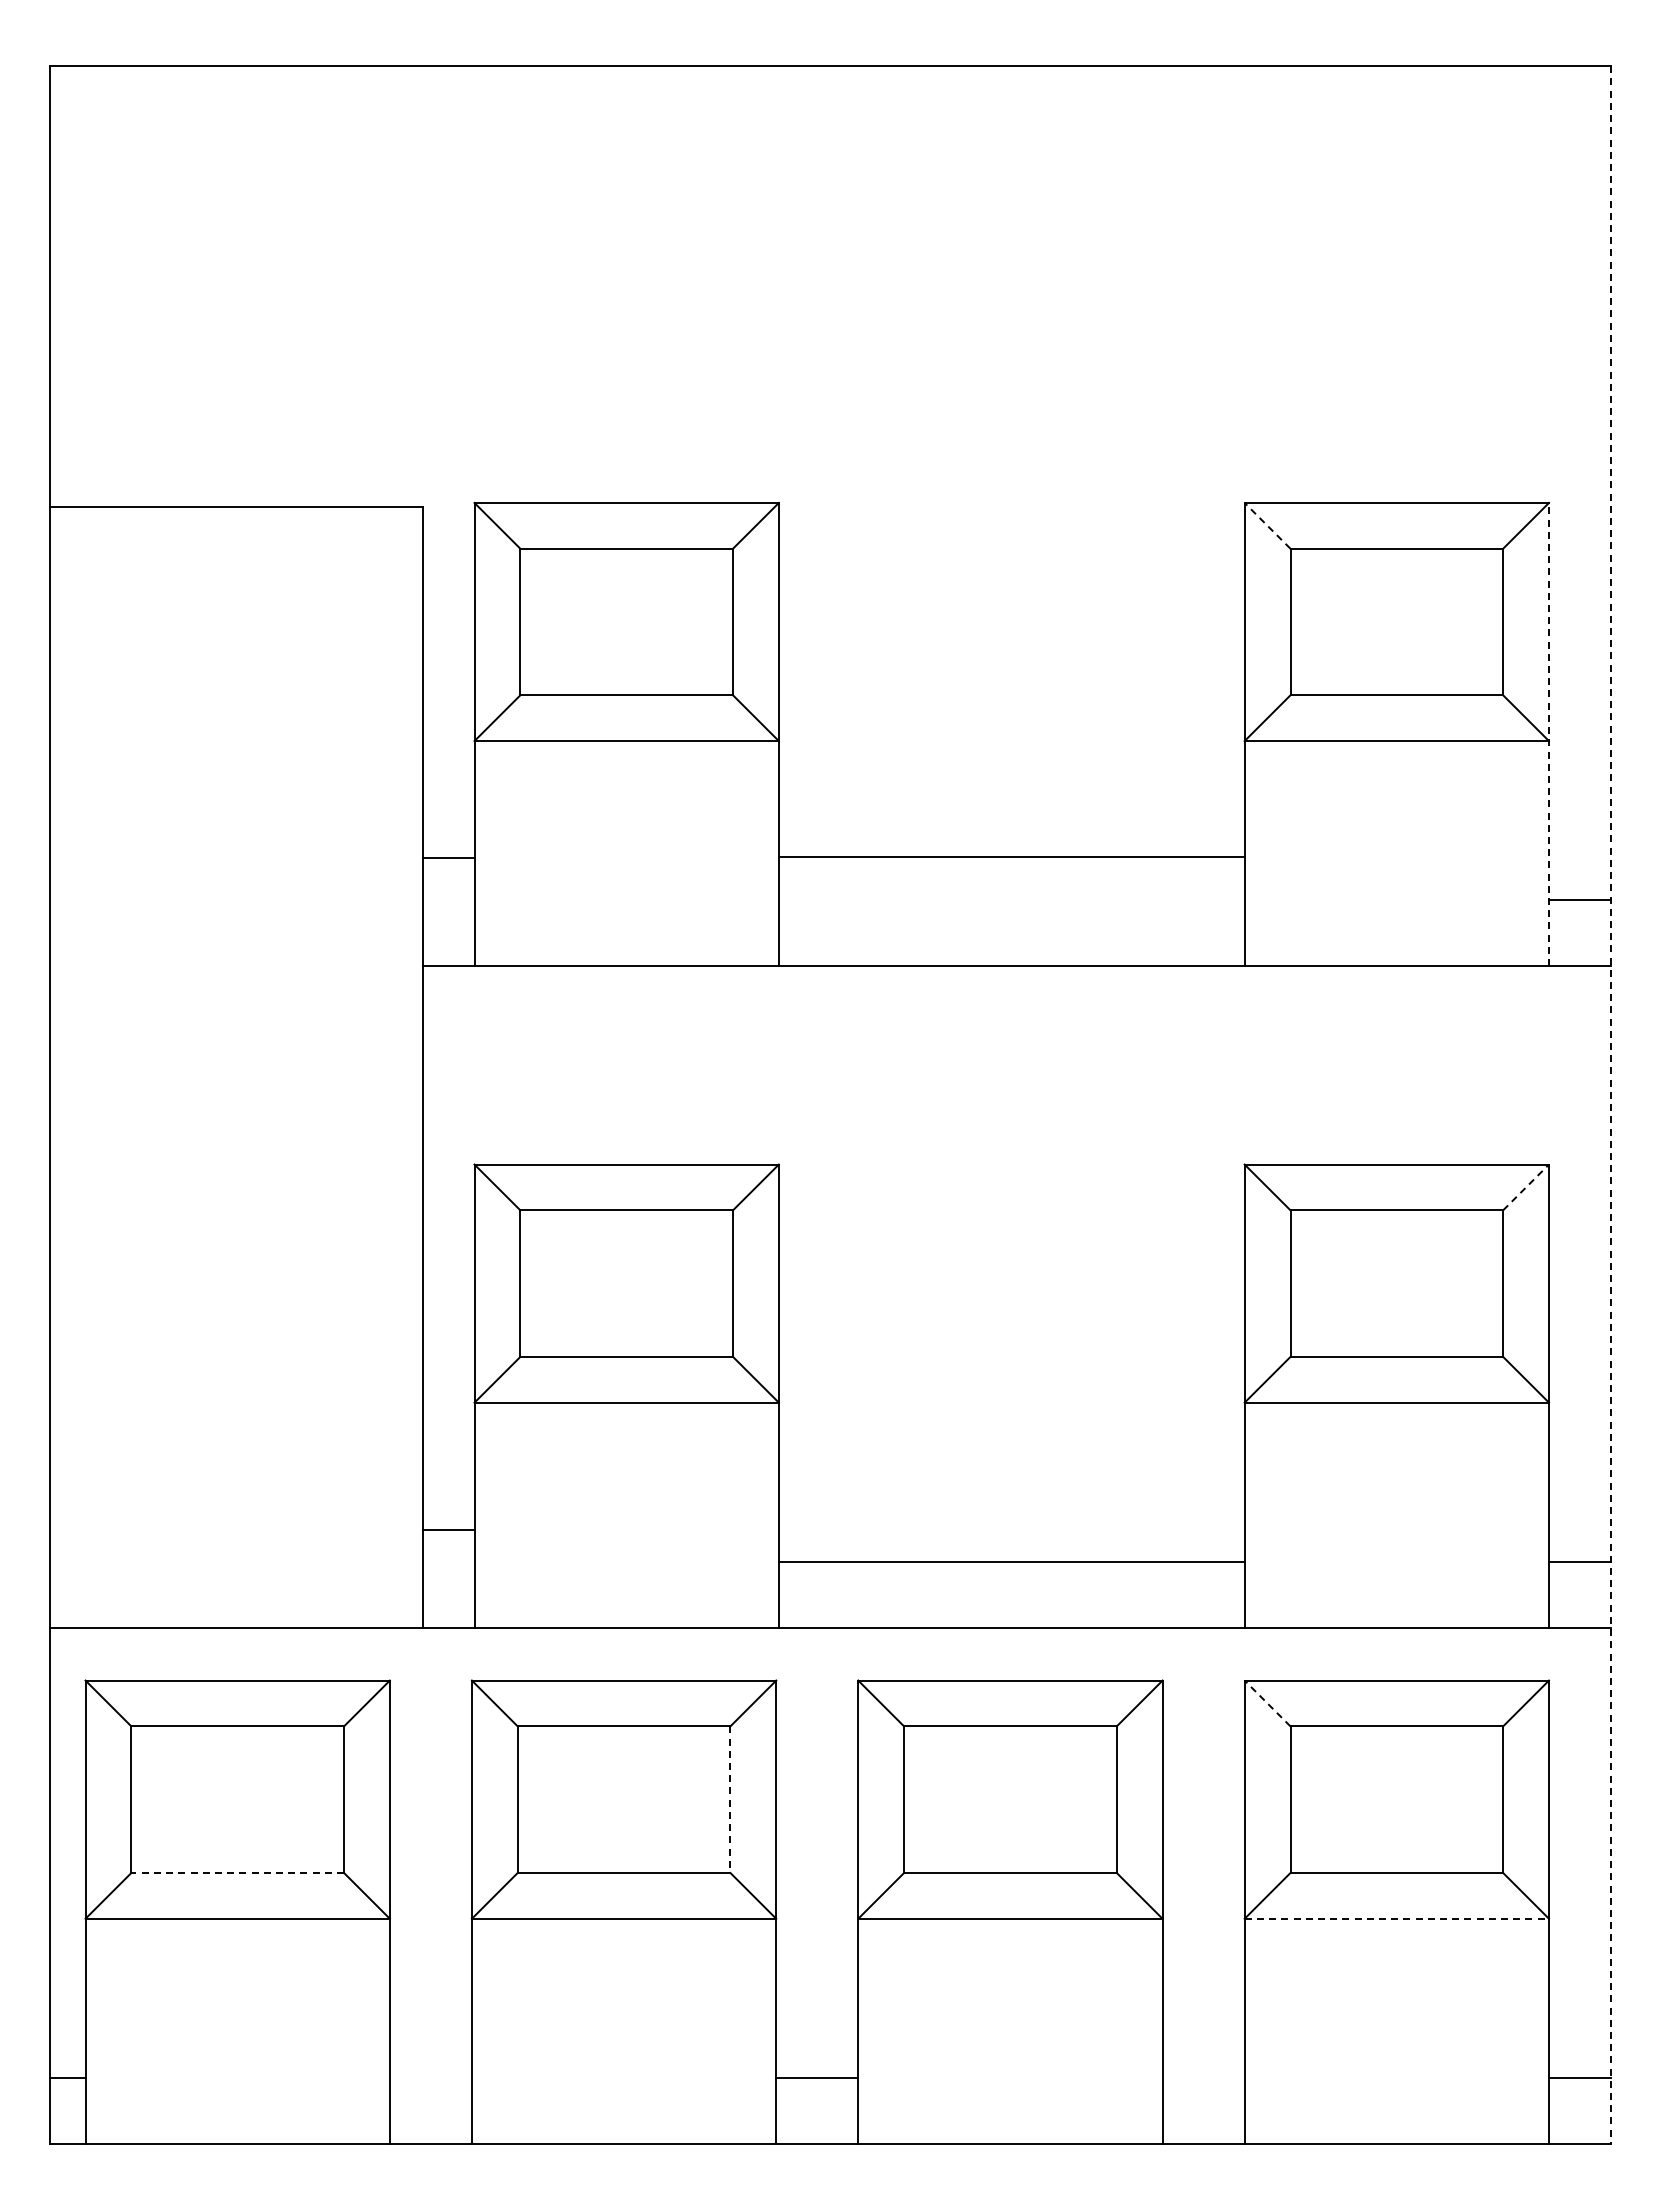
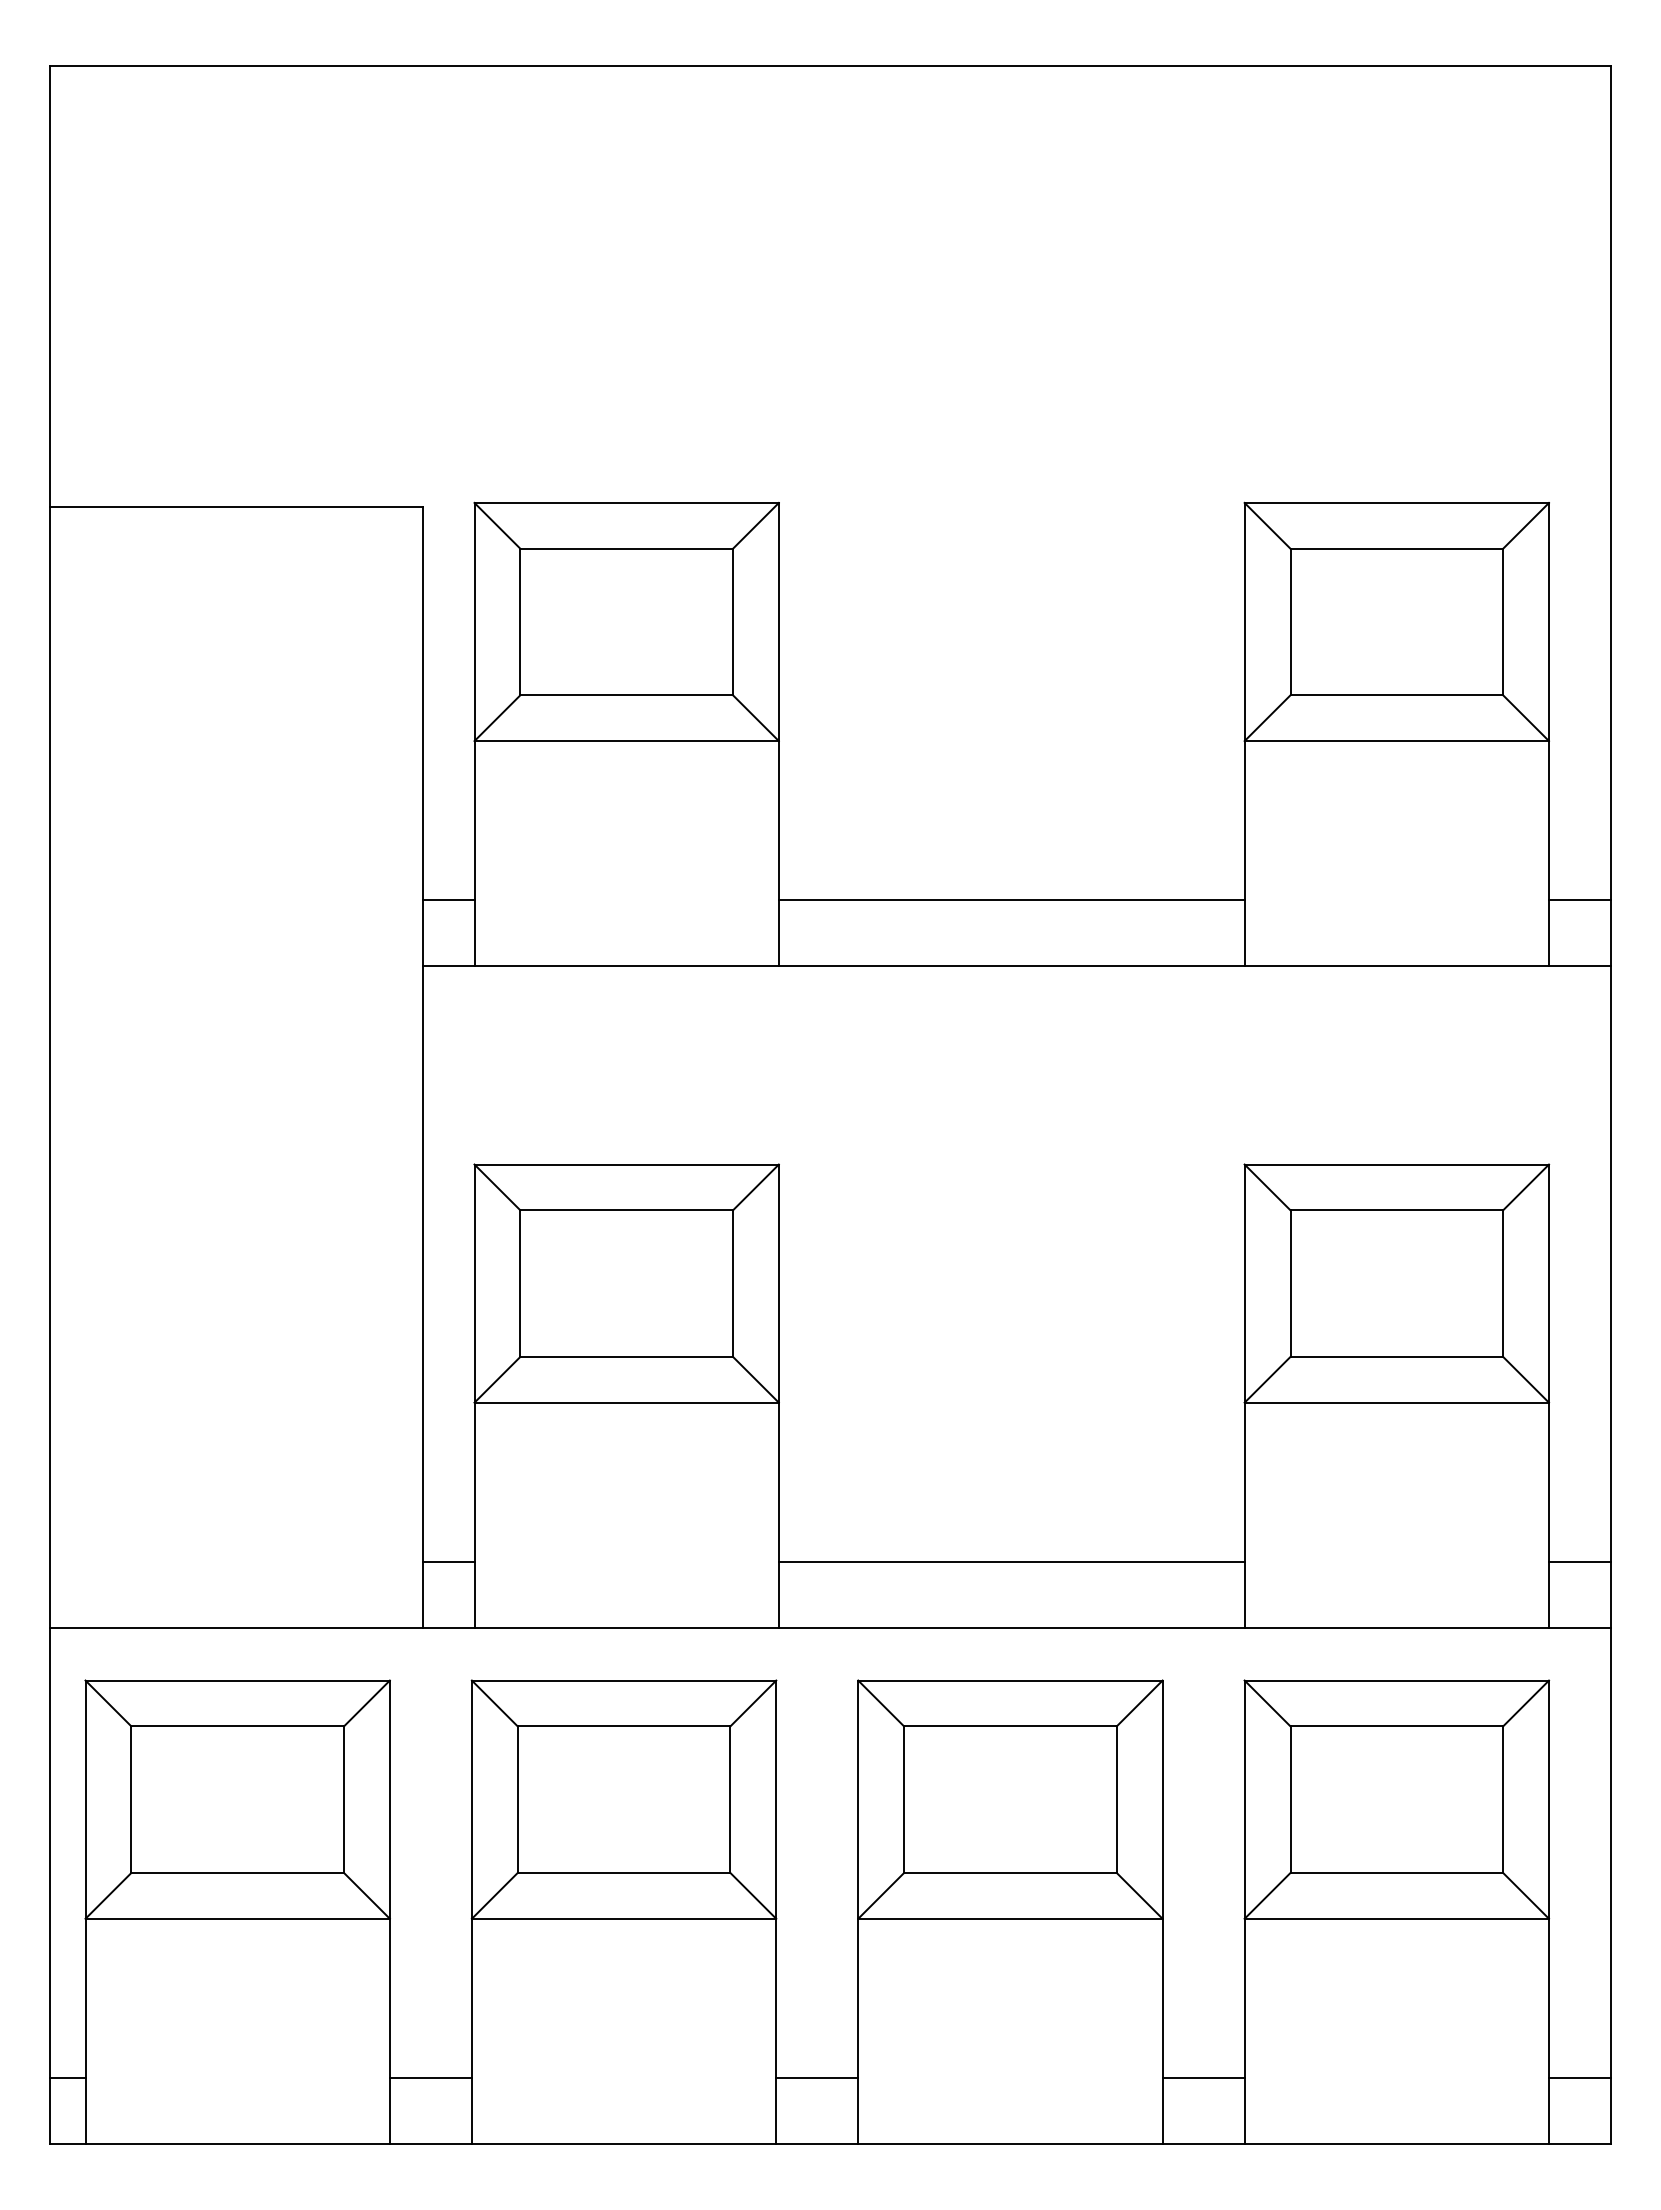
line at (1267, 525): dashed -> solid
line at (1548, 734): dashed -> solid
line at (1011, 856) position: (1011, 856) -> (1011, 899)
line at (448, 857) position: (448, 857) -> (448, 899)
line at (1611, 1104): dashed -> solid
line at (1526, 1187): dashed -> solid
line at (448, 1529) position: (448, 1529) -> (448, 1561)
line at (1267, 1703): dashed -> solid
line at (730, 1800): dashed -> solid
line at (237, 1872): dashed -> solid
line at (1397, 1918): dashed -> solid
line at (430, 2077): none -> present
line at (1203, 2077): none -> present
